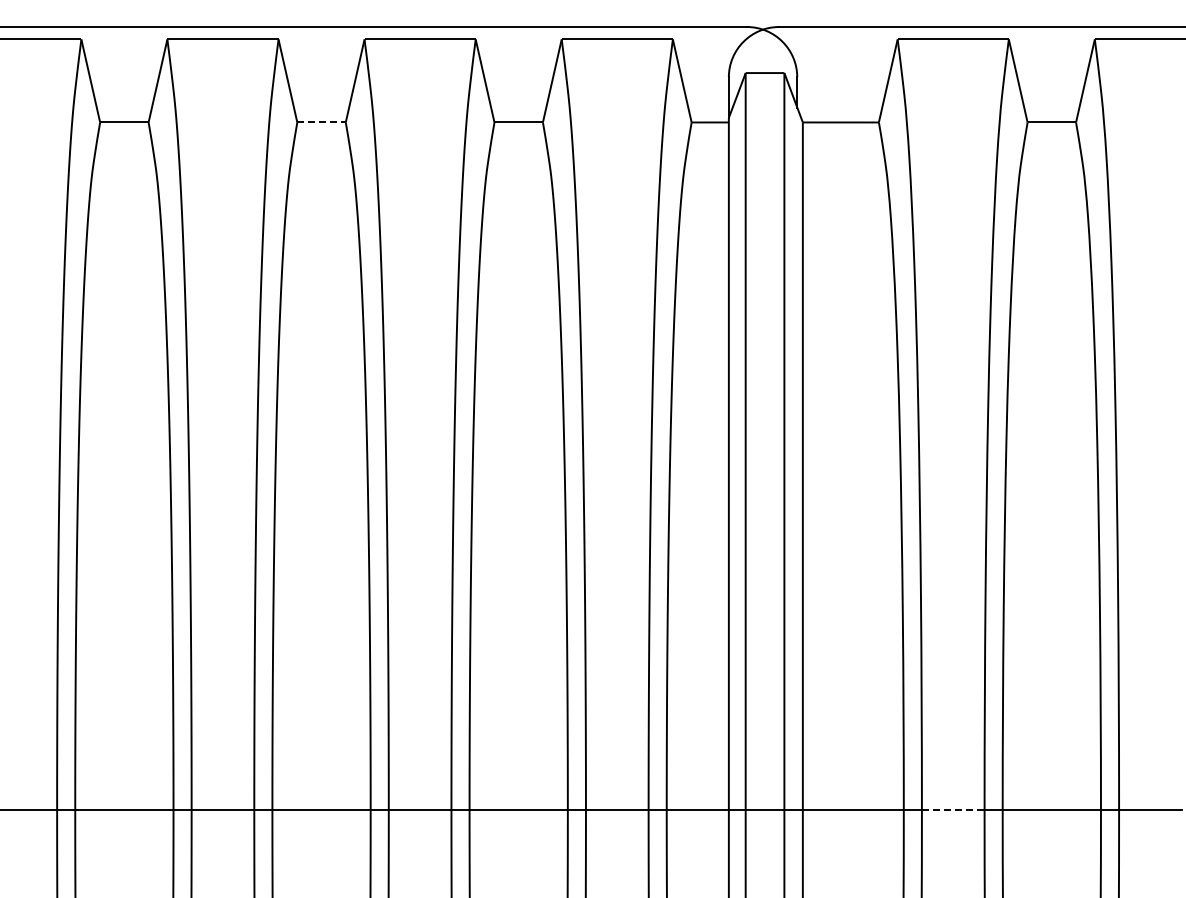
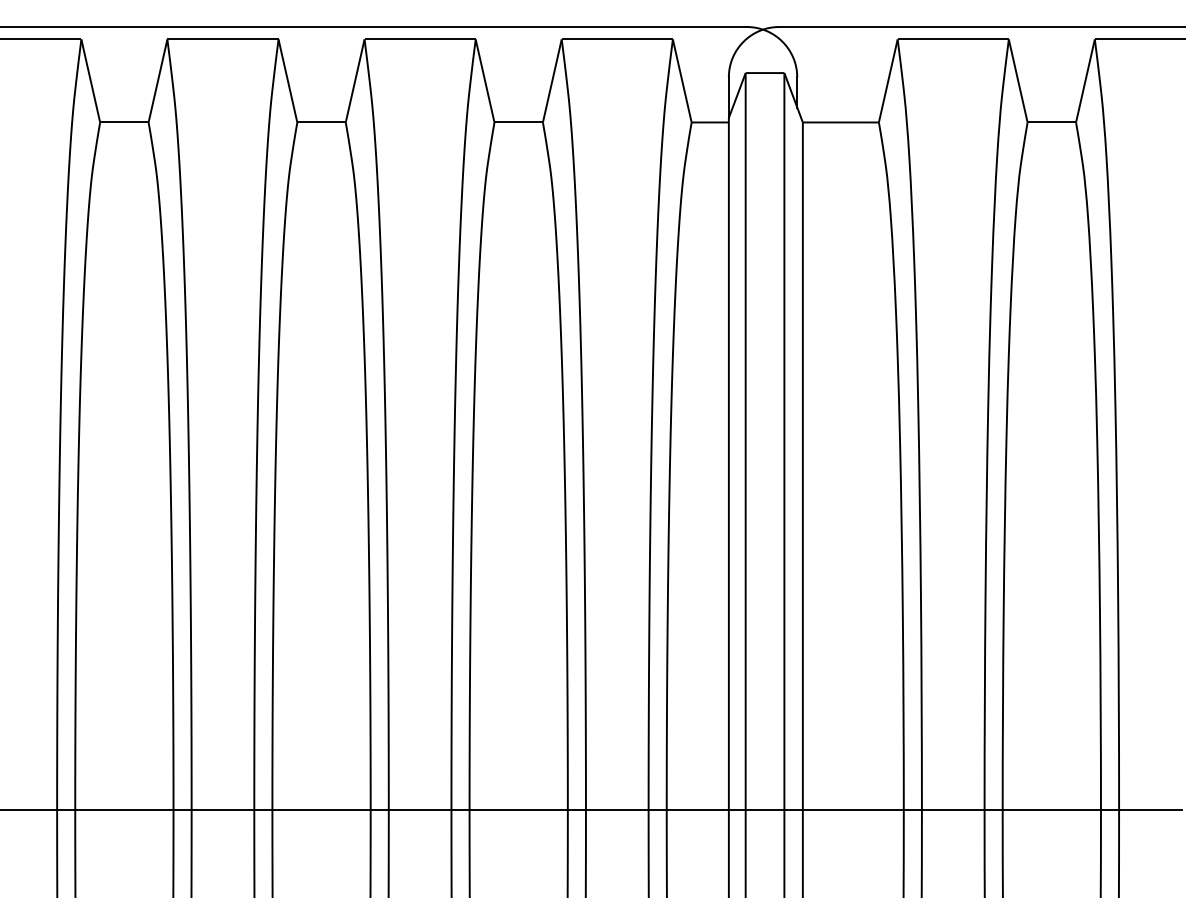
line at (322, 122): dashed -> solid
line at (953, 809): dashed -> solid
